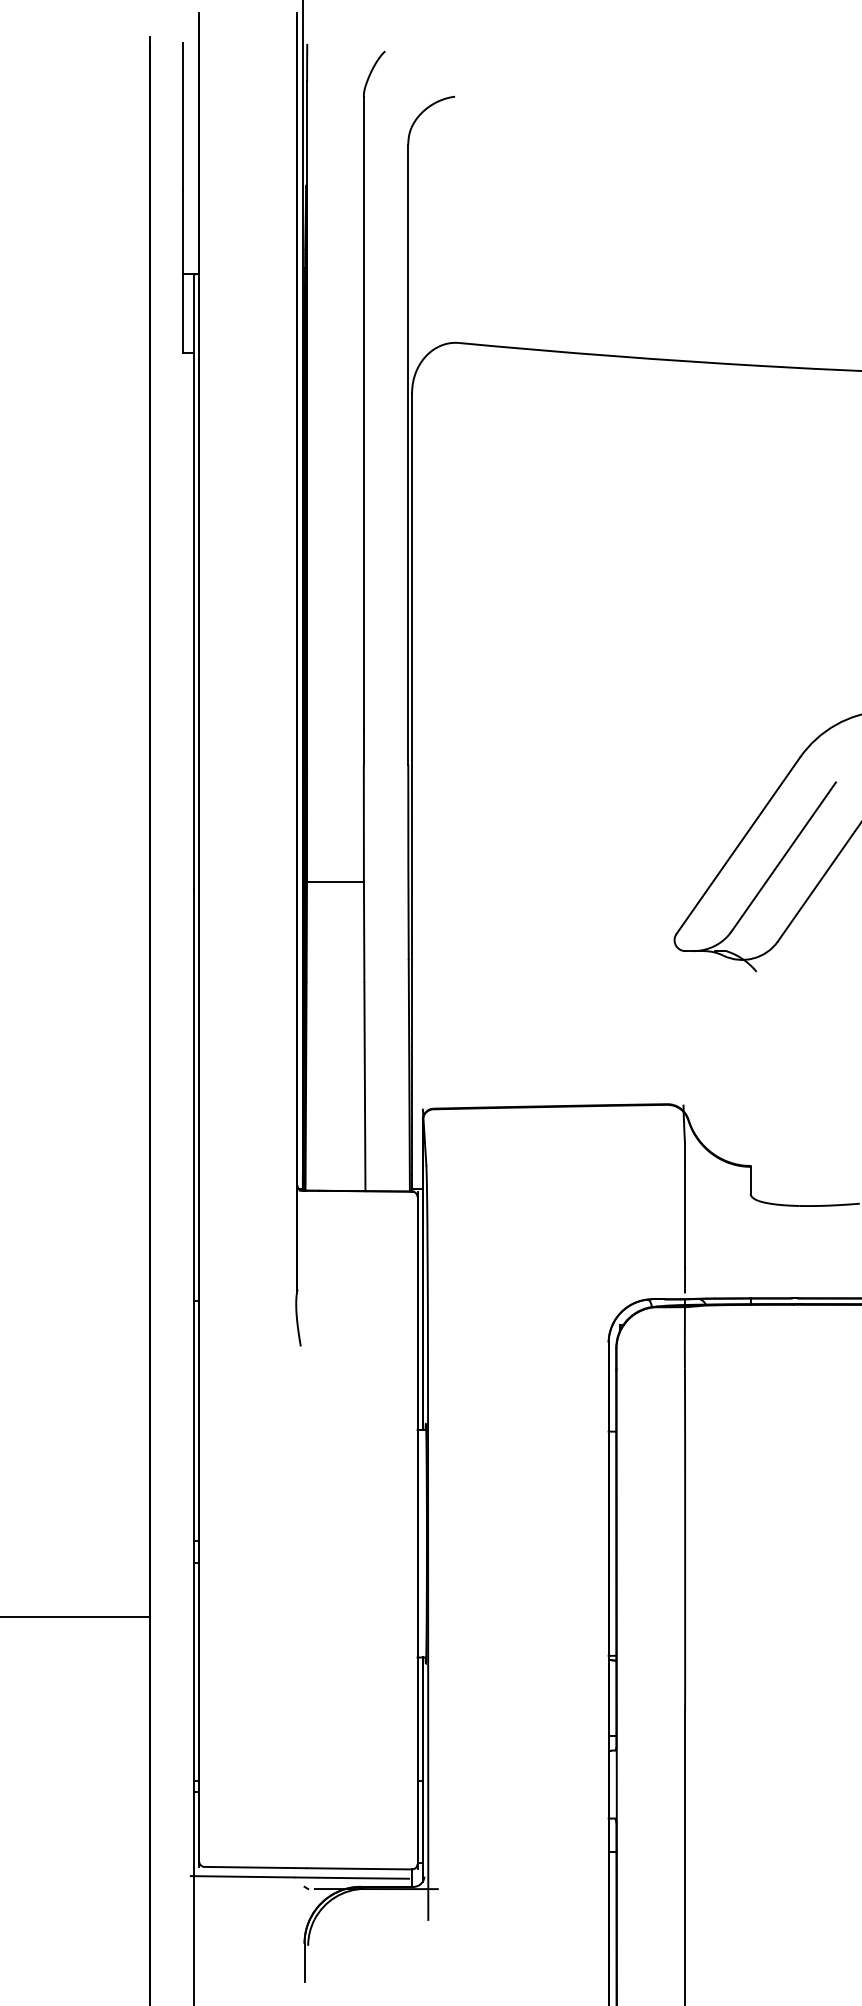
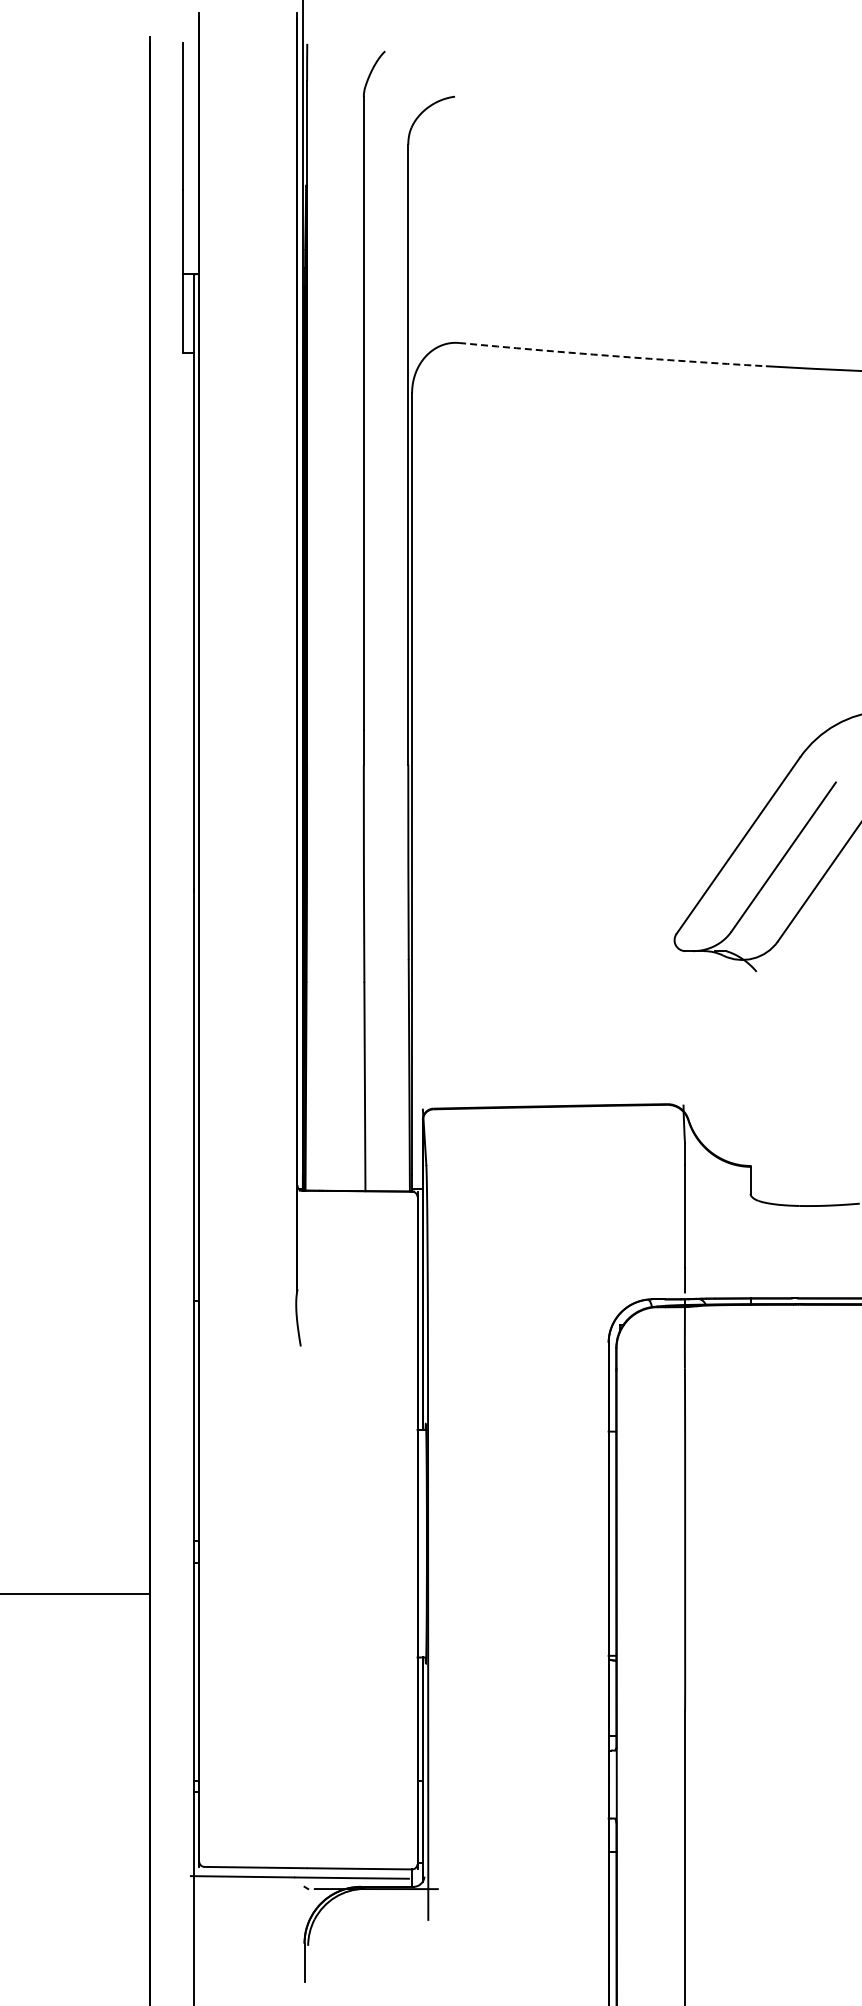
arc at (612, 356): solid -> dashed
line at (335, 882): present -> none
line at (76, 1616) position: (76, 1616) -> (76, 1593)
